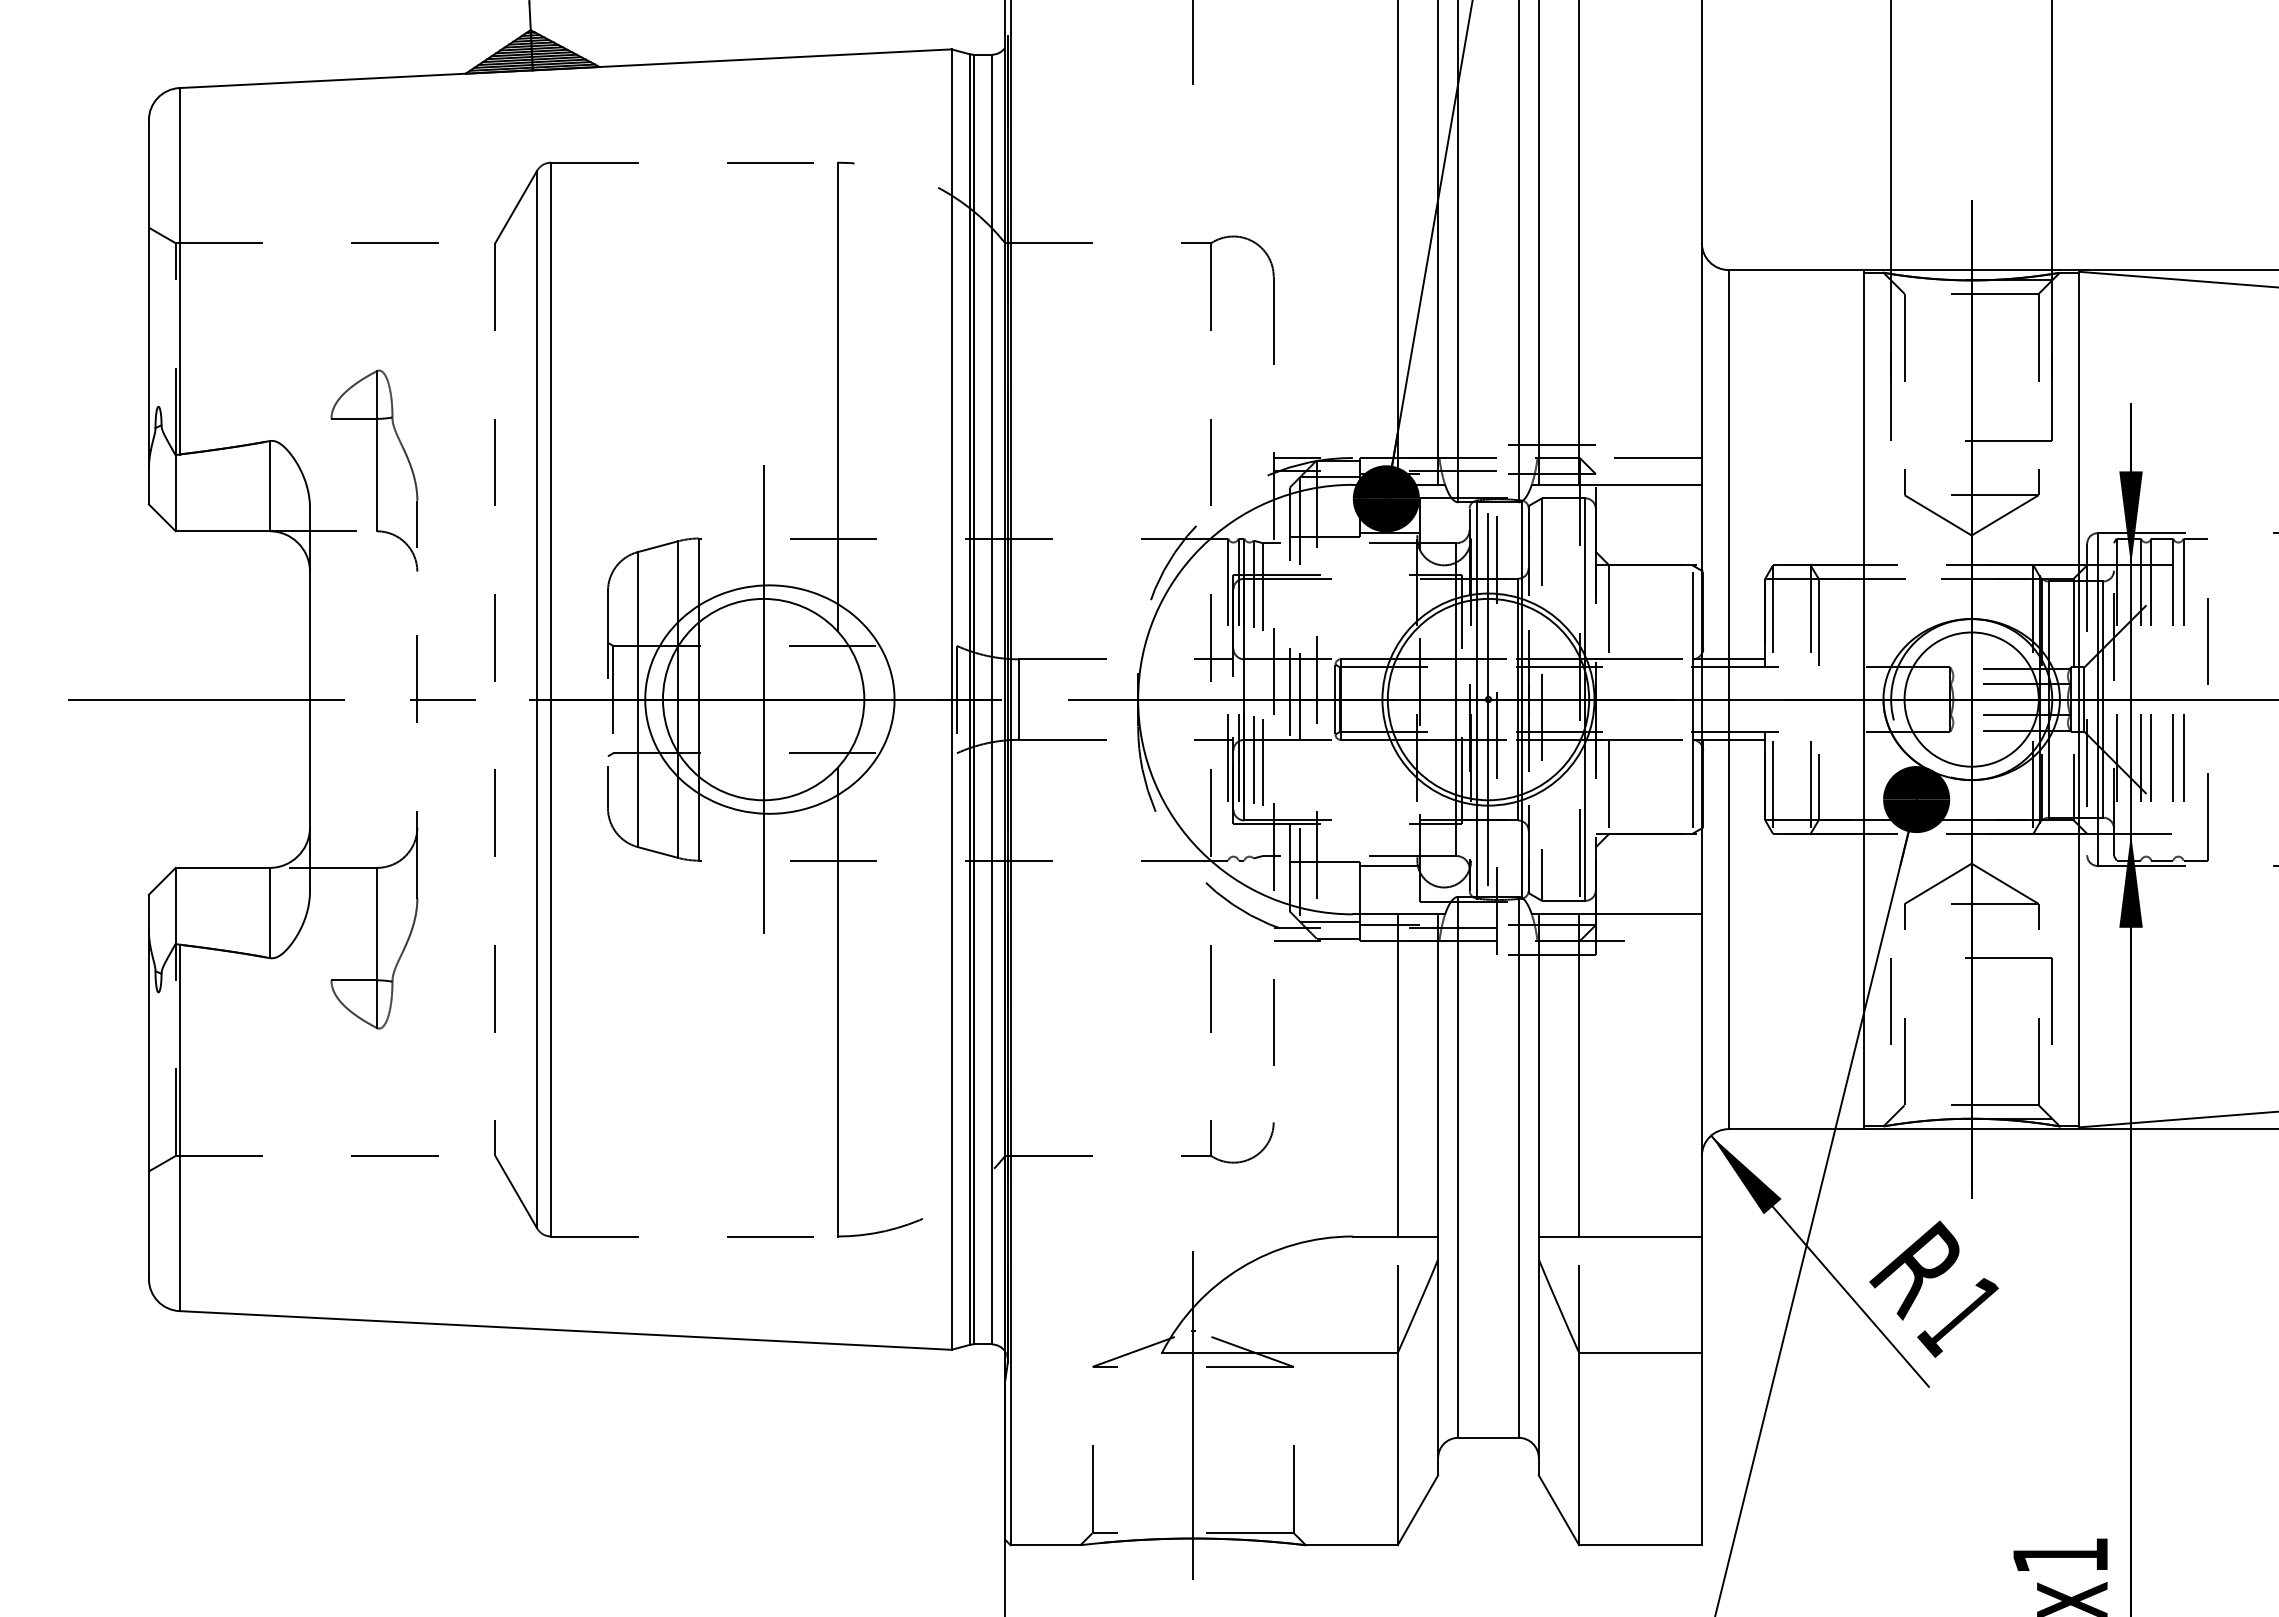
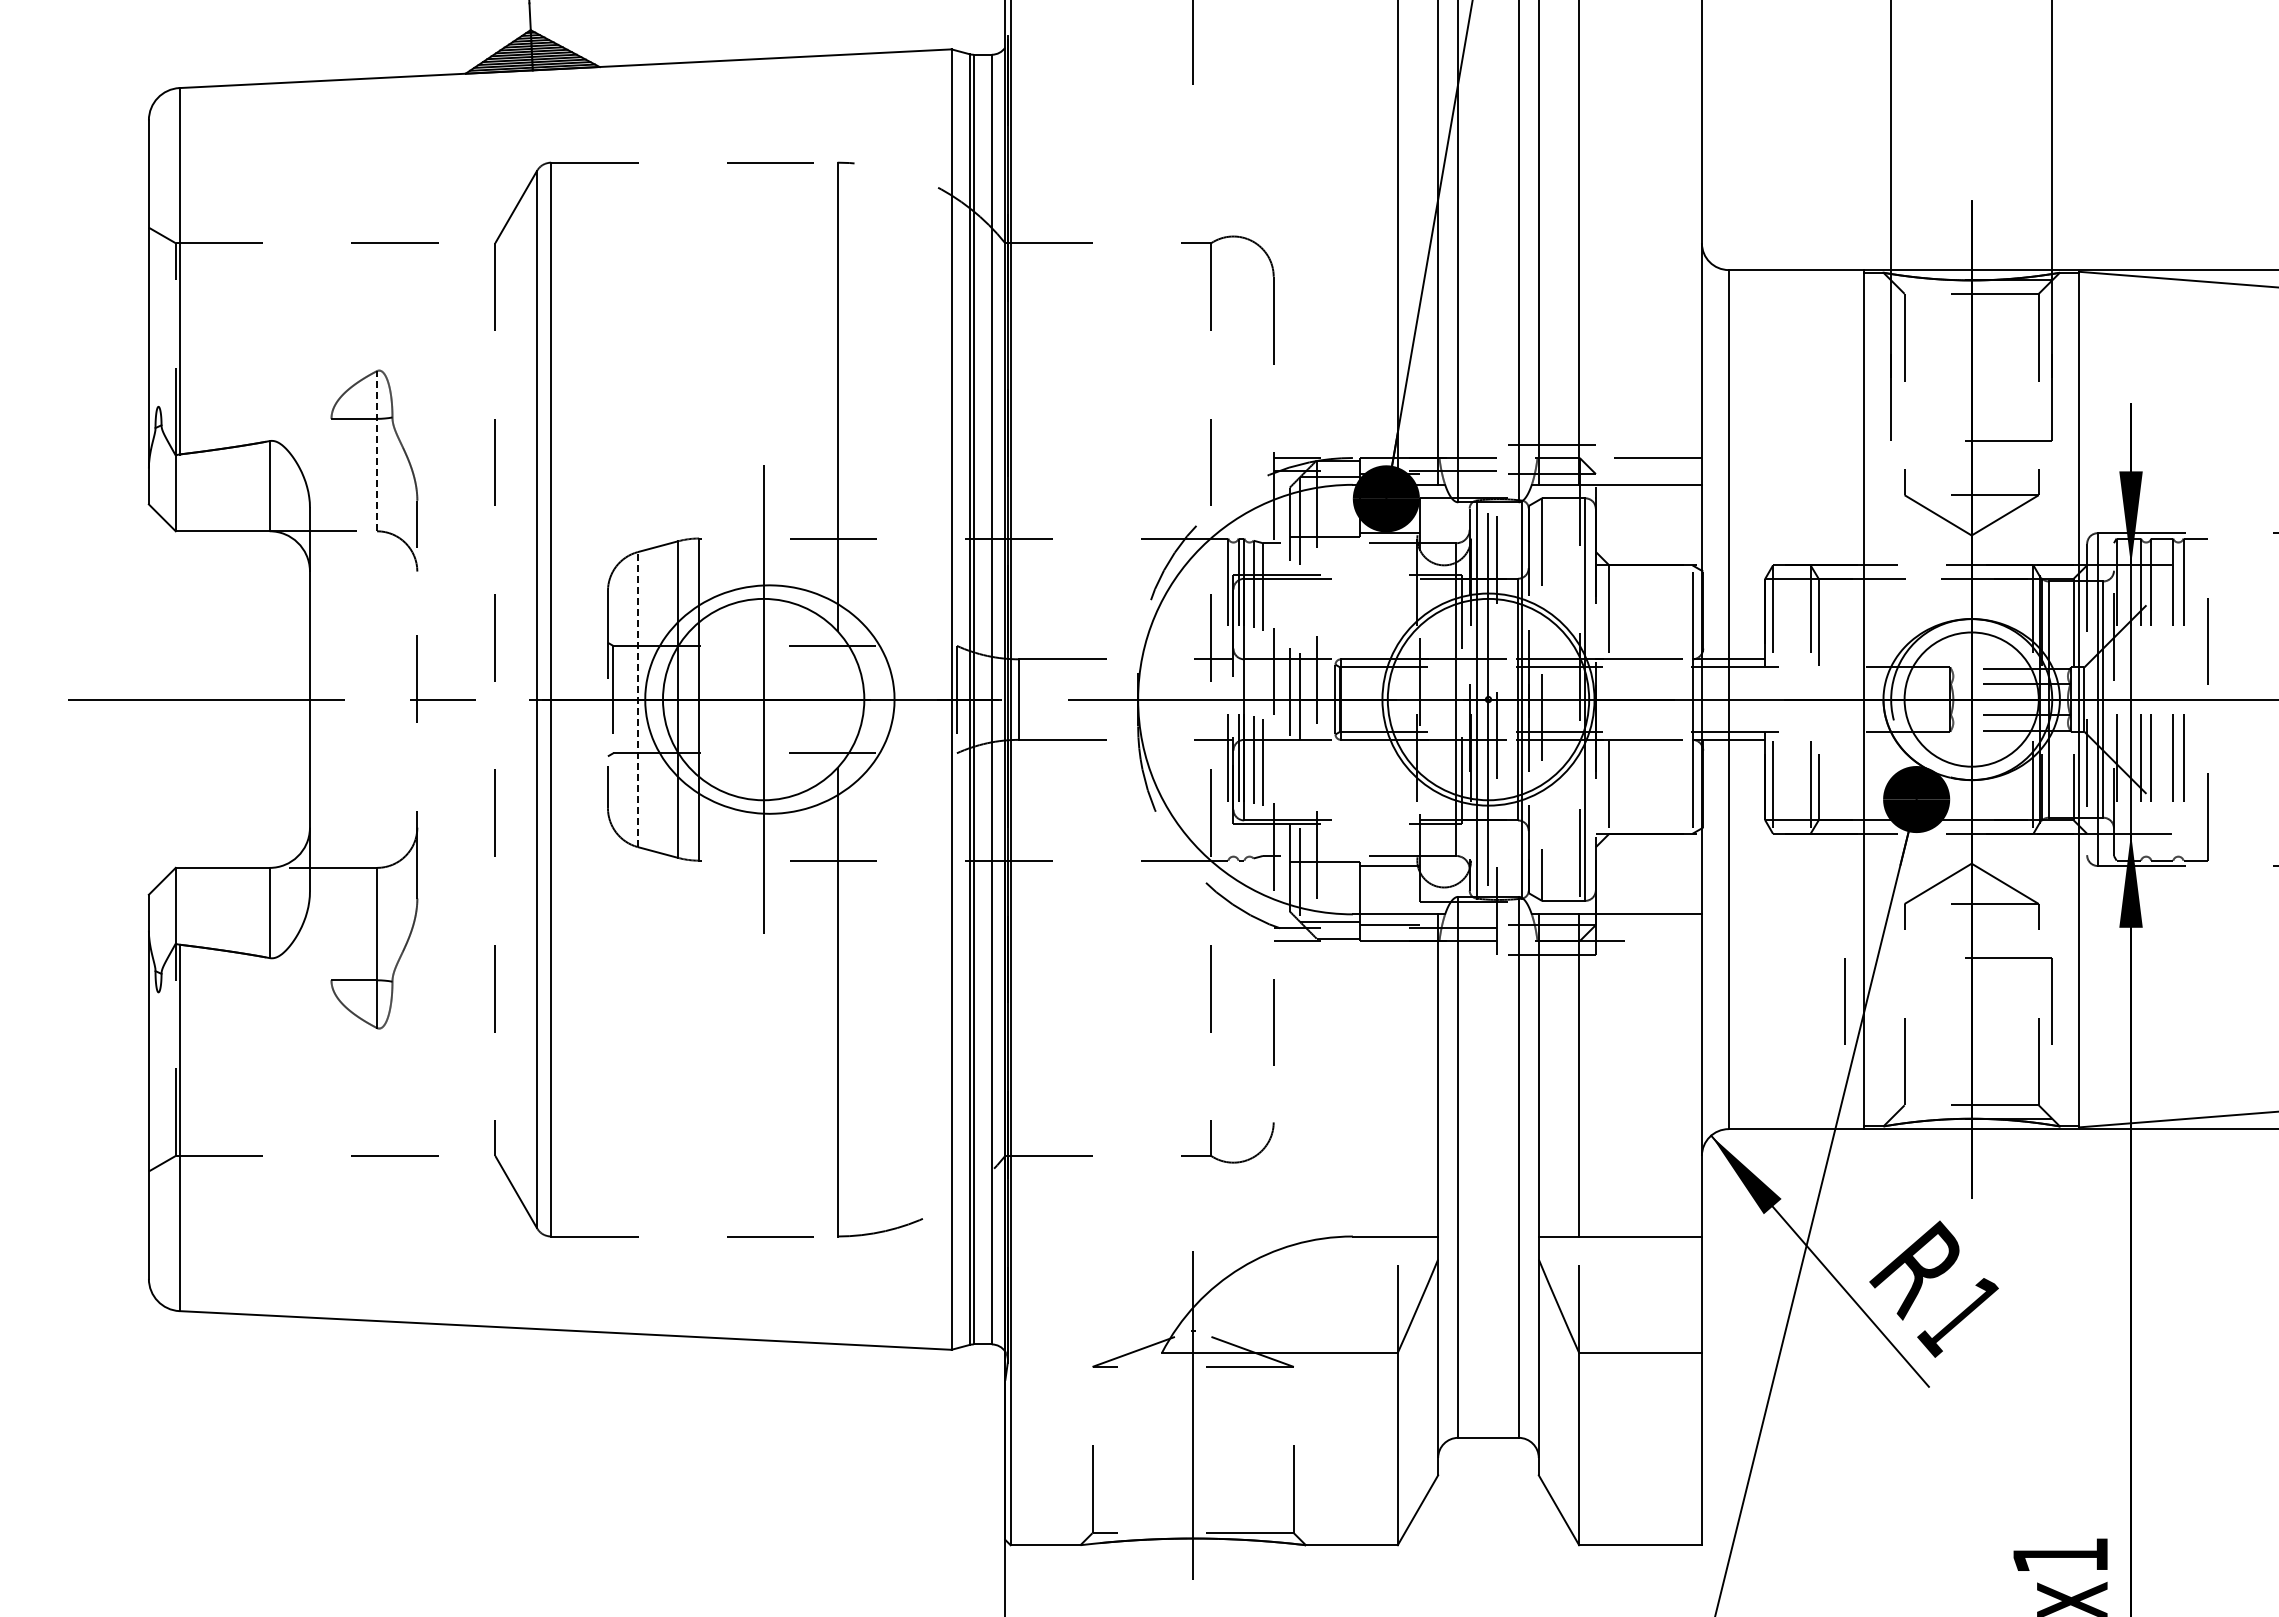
line at (377, 450): solid -> dashed
line at (637, 699): solid -> dashed
line at (1890, 1001) position: (1890, 1001) -> (1844, 1001)
line at (1397, 1075): present -> none
